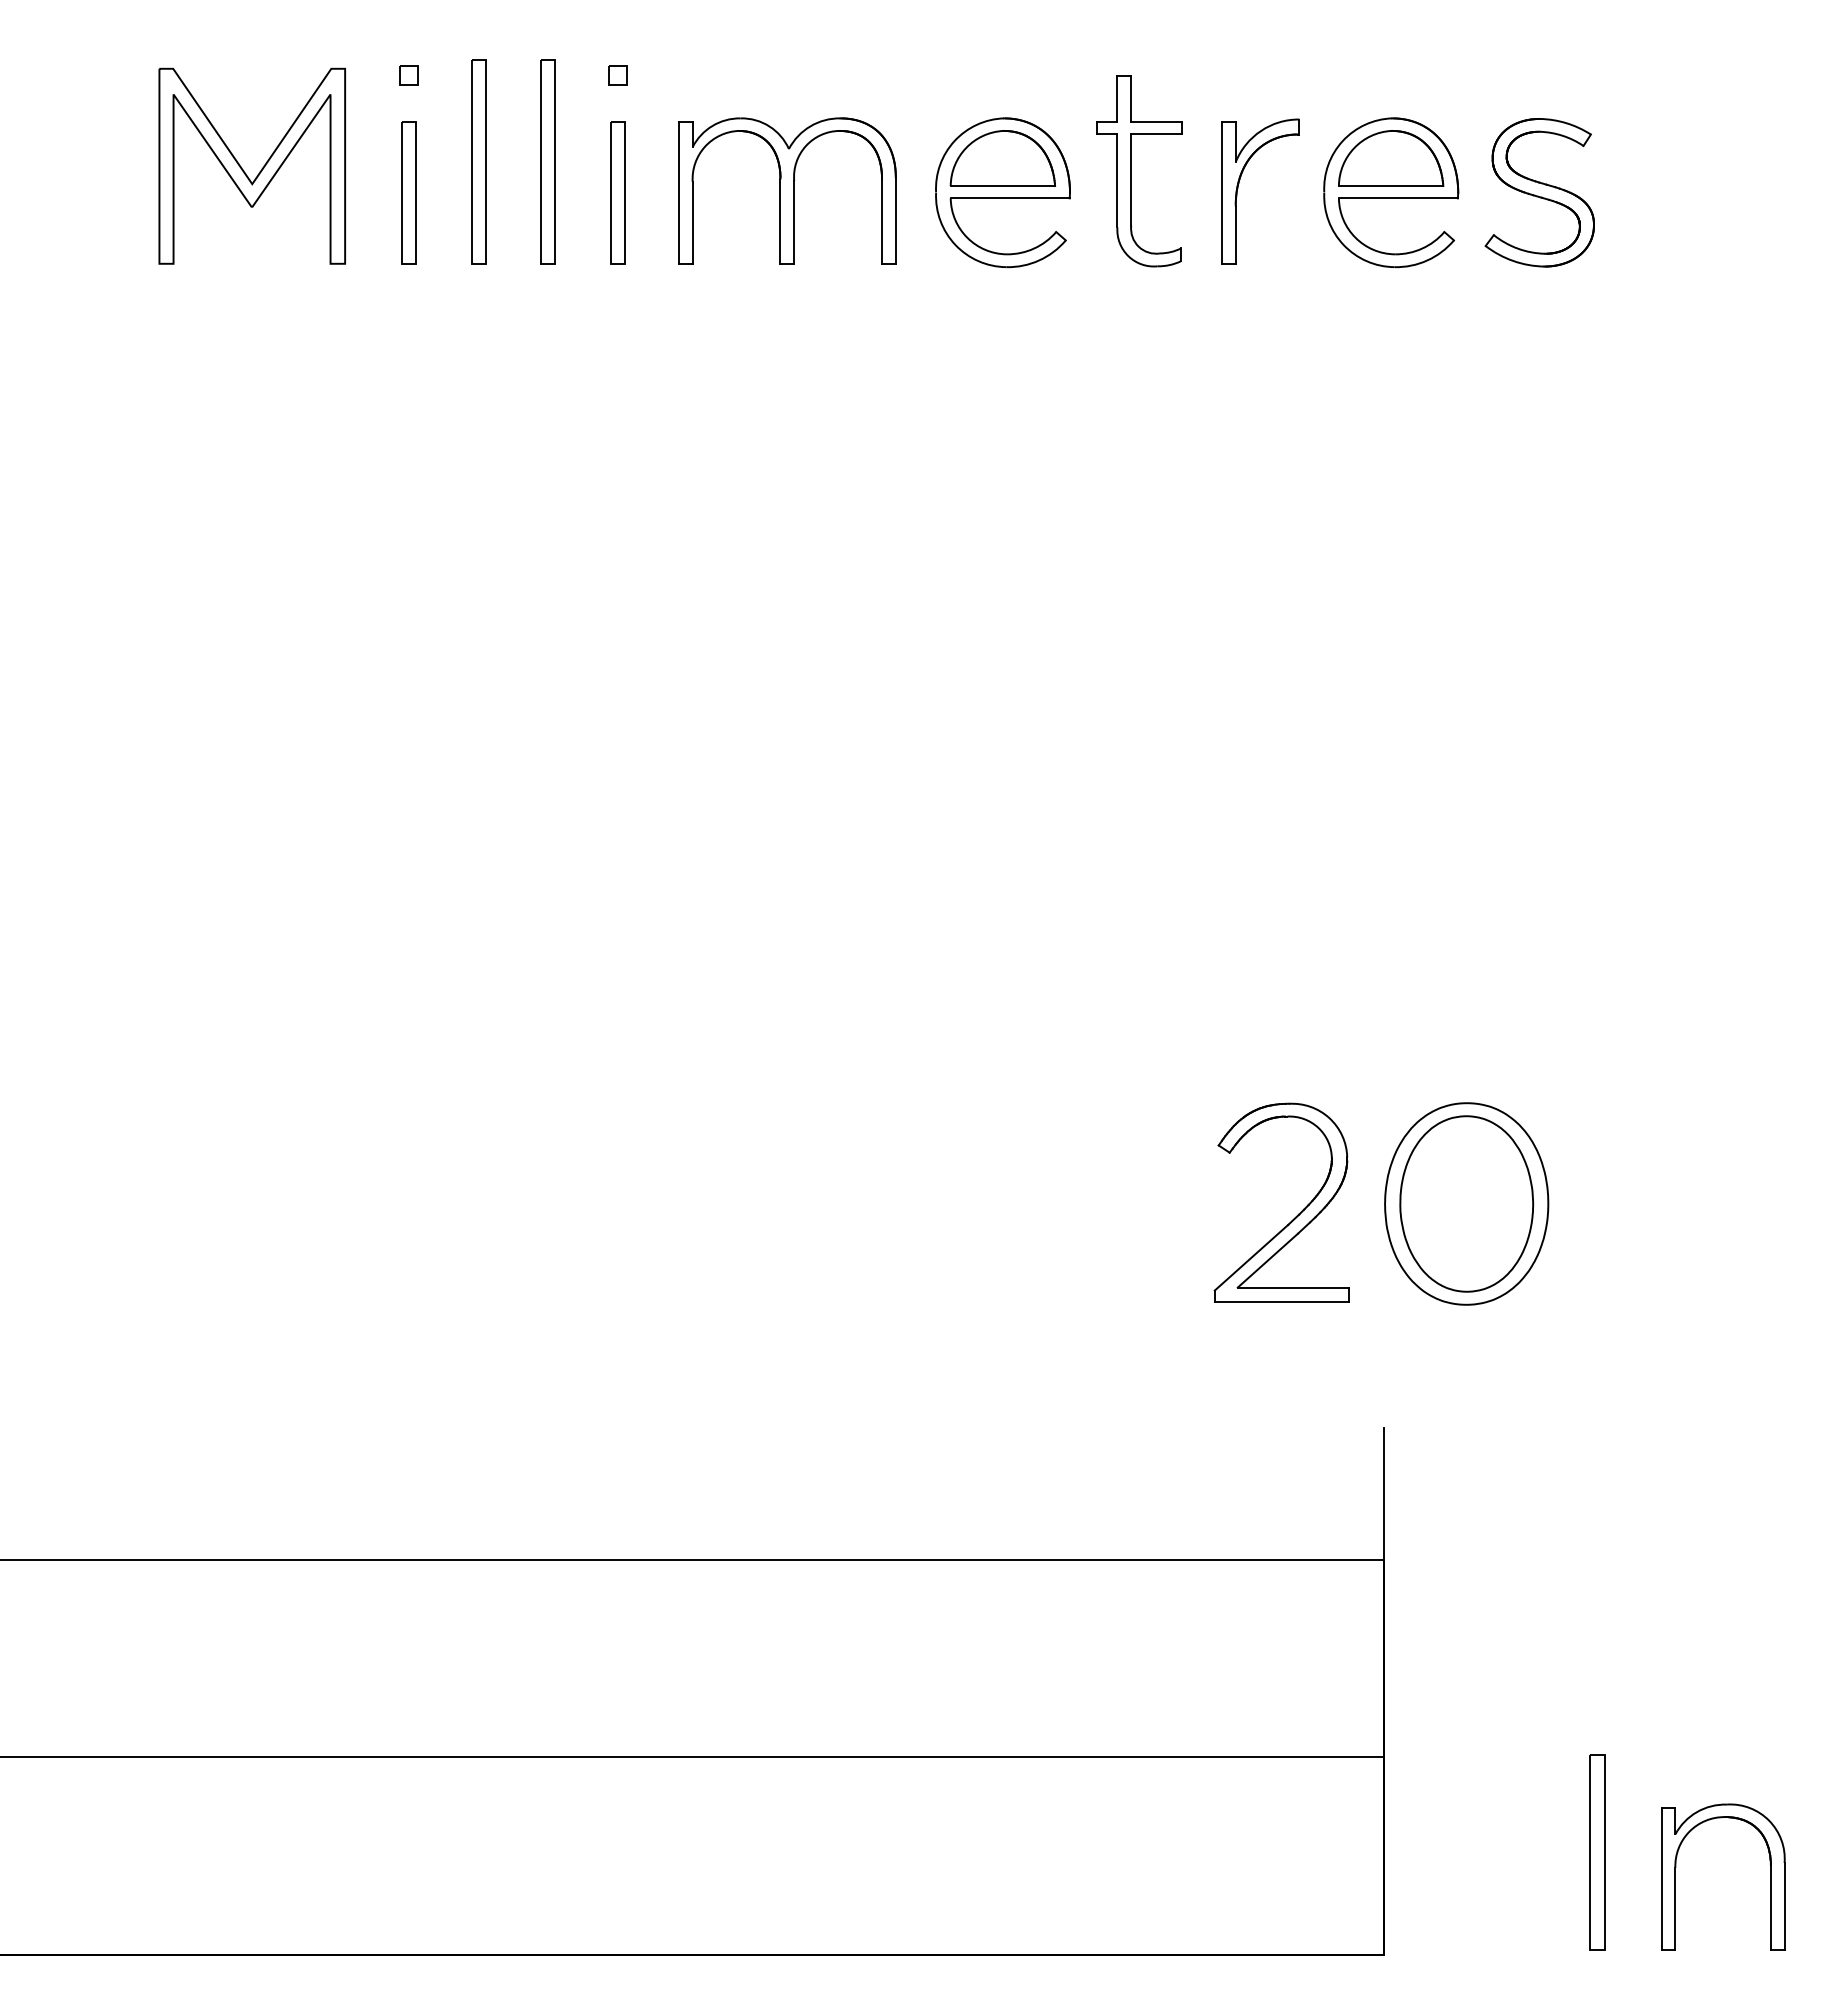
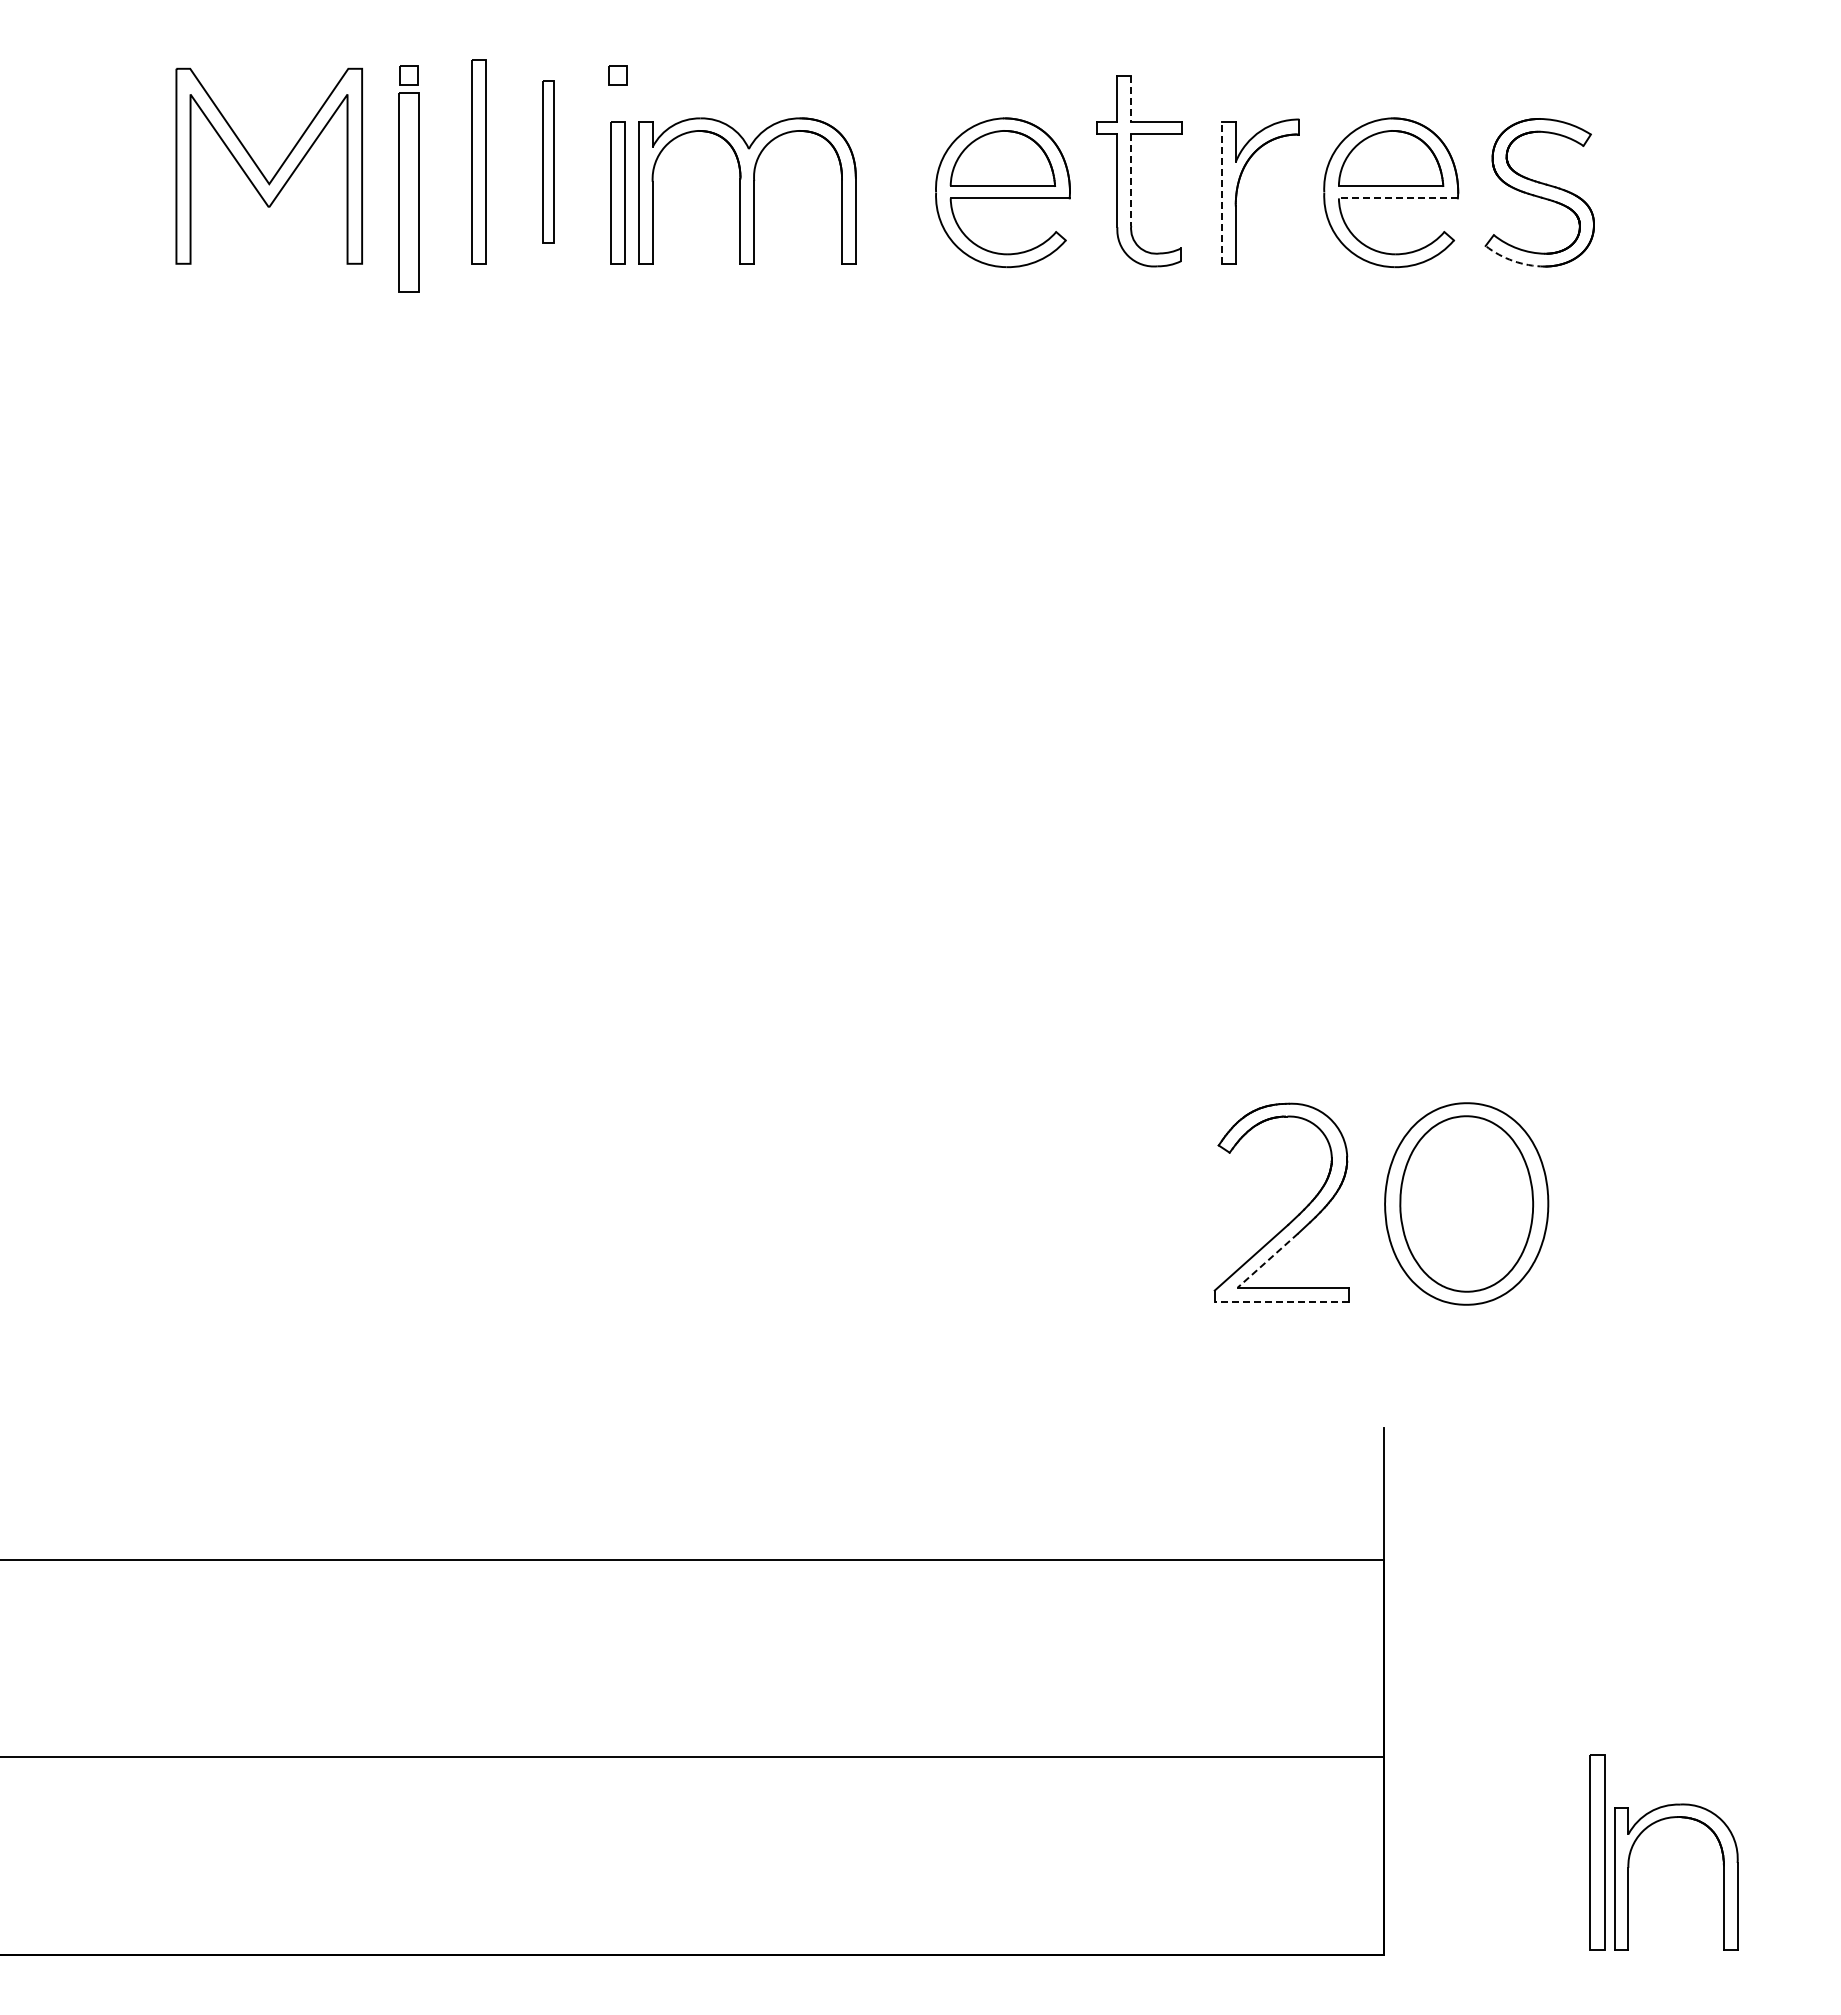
line at (1131, 99): solid -> dashed
part at (547, 161) size: 16x206 px -> 13x164 px
part at (244, 170) position: (244, 170) -> (261, 170)
line at (1131, 180): solid -> dashed
part at (787, 190) position: (787, 190) -> (747, 190)
part at (408, 192) size: 16x144 px -> 22x201 px
line at (1221, 192): solid -> dashed
line at (1397, 198): solid -> dashed
arc at (1513, 261): solid -> dashed
line at (1267, 1260): solid -> dashed
line at (1281, 1301): solid -> dashed
part at (1770, 1876) position: (1770, 1876) -> (1723, 1876)
